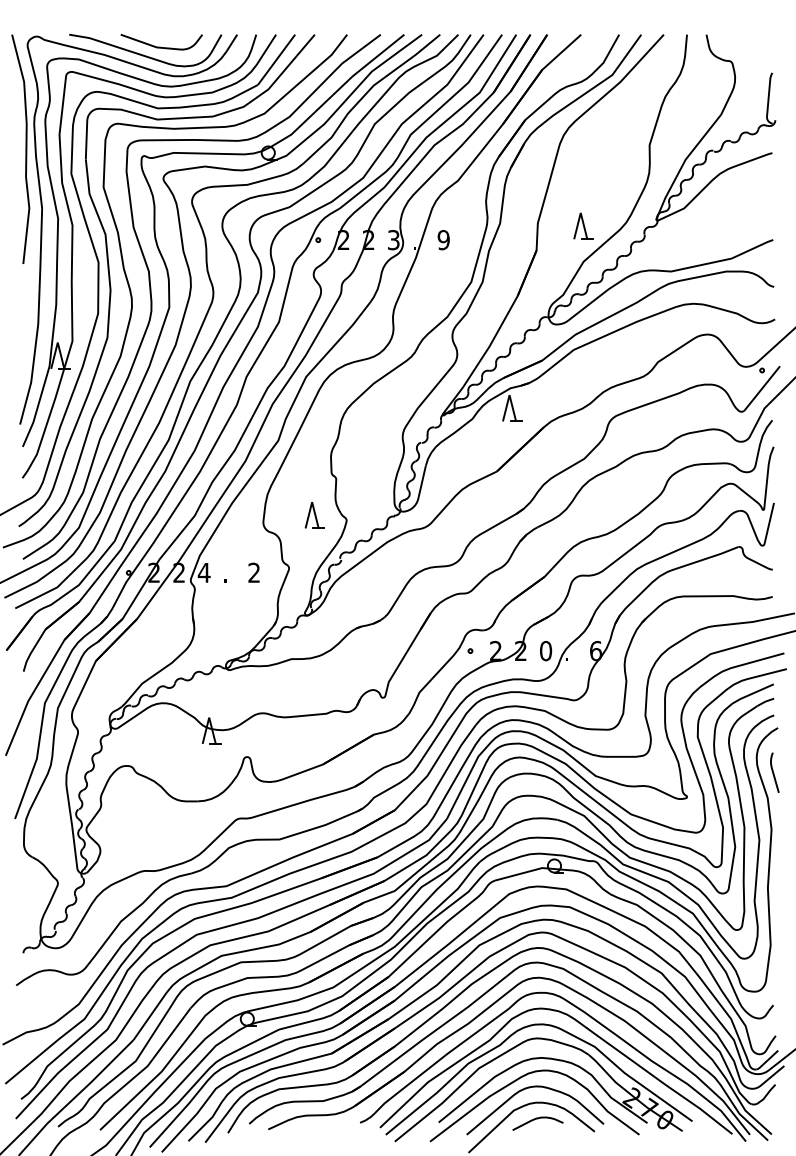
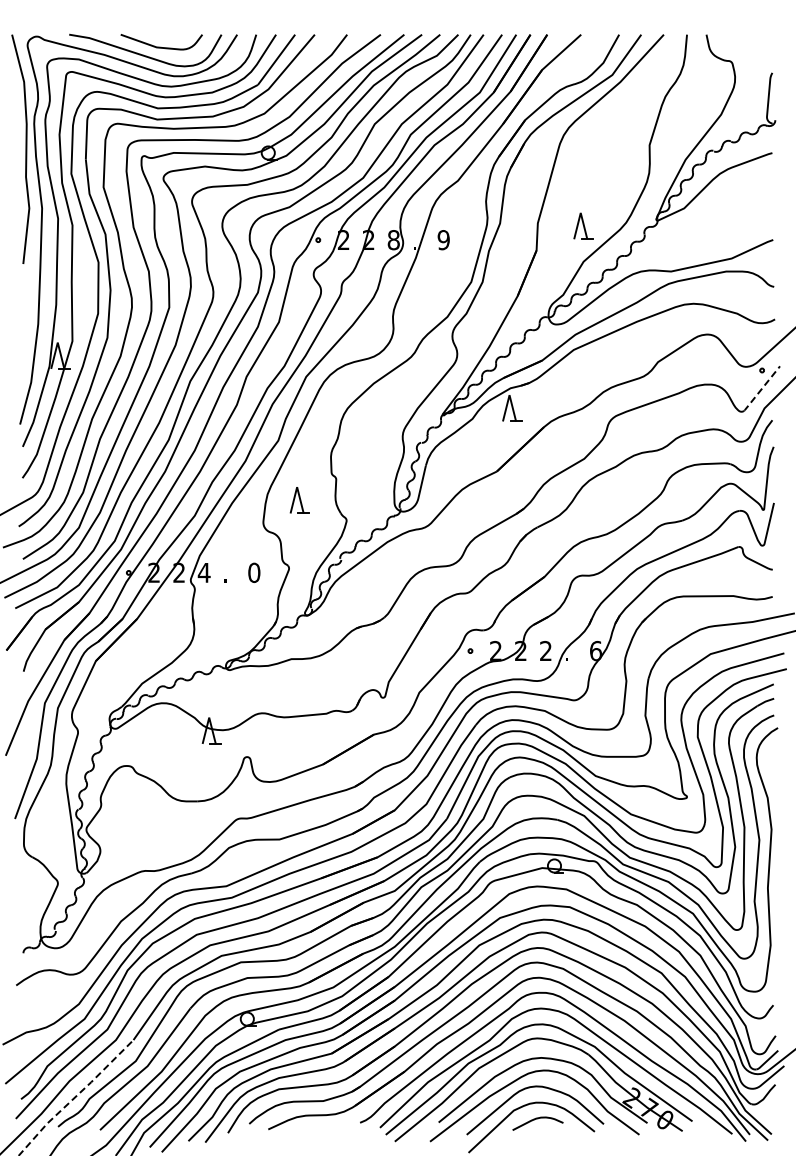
text at (393, 240): 3 -> 8
line at (761, 389): solid -> dashed
part at (314, 515) position: (314, 515) -> (299, 500)
text at (254, 572): 2 -> 0
text at (546, 651): 0 -> 2
curve at (773, 772): present -> none
line at (75, 1097): solid -> dashed
